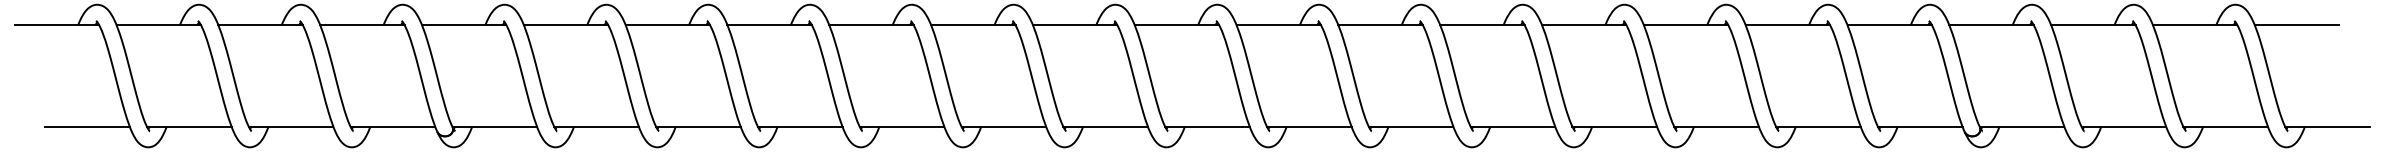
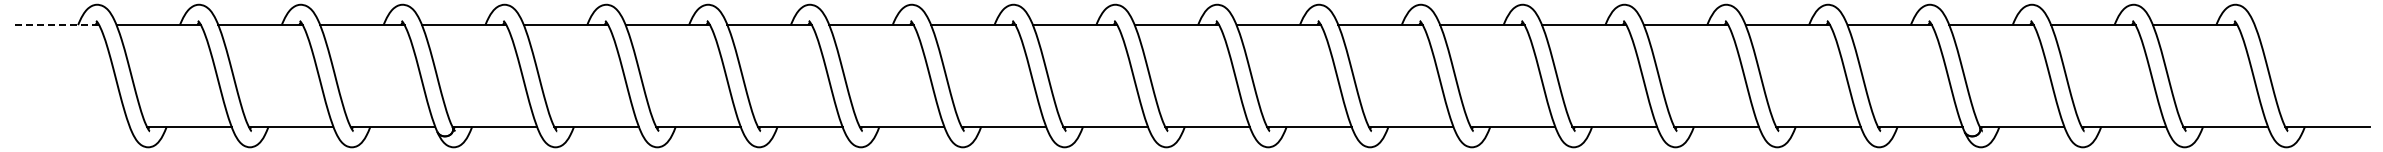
line at (56, 25): solid -> dashed
line at (2296, 25): present -> none
line at (87, 126): present -> none
